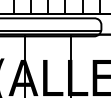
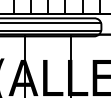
line at (51, 23): none -> present
